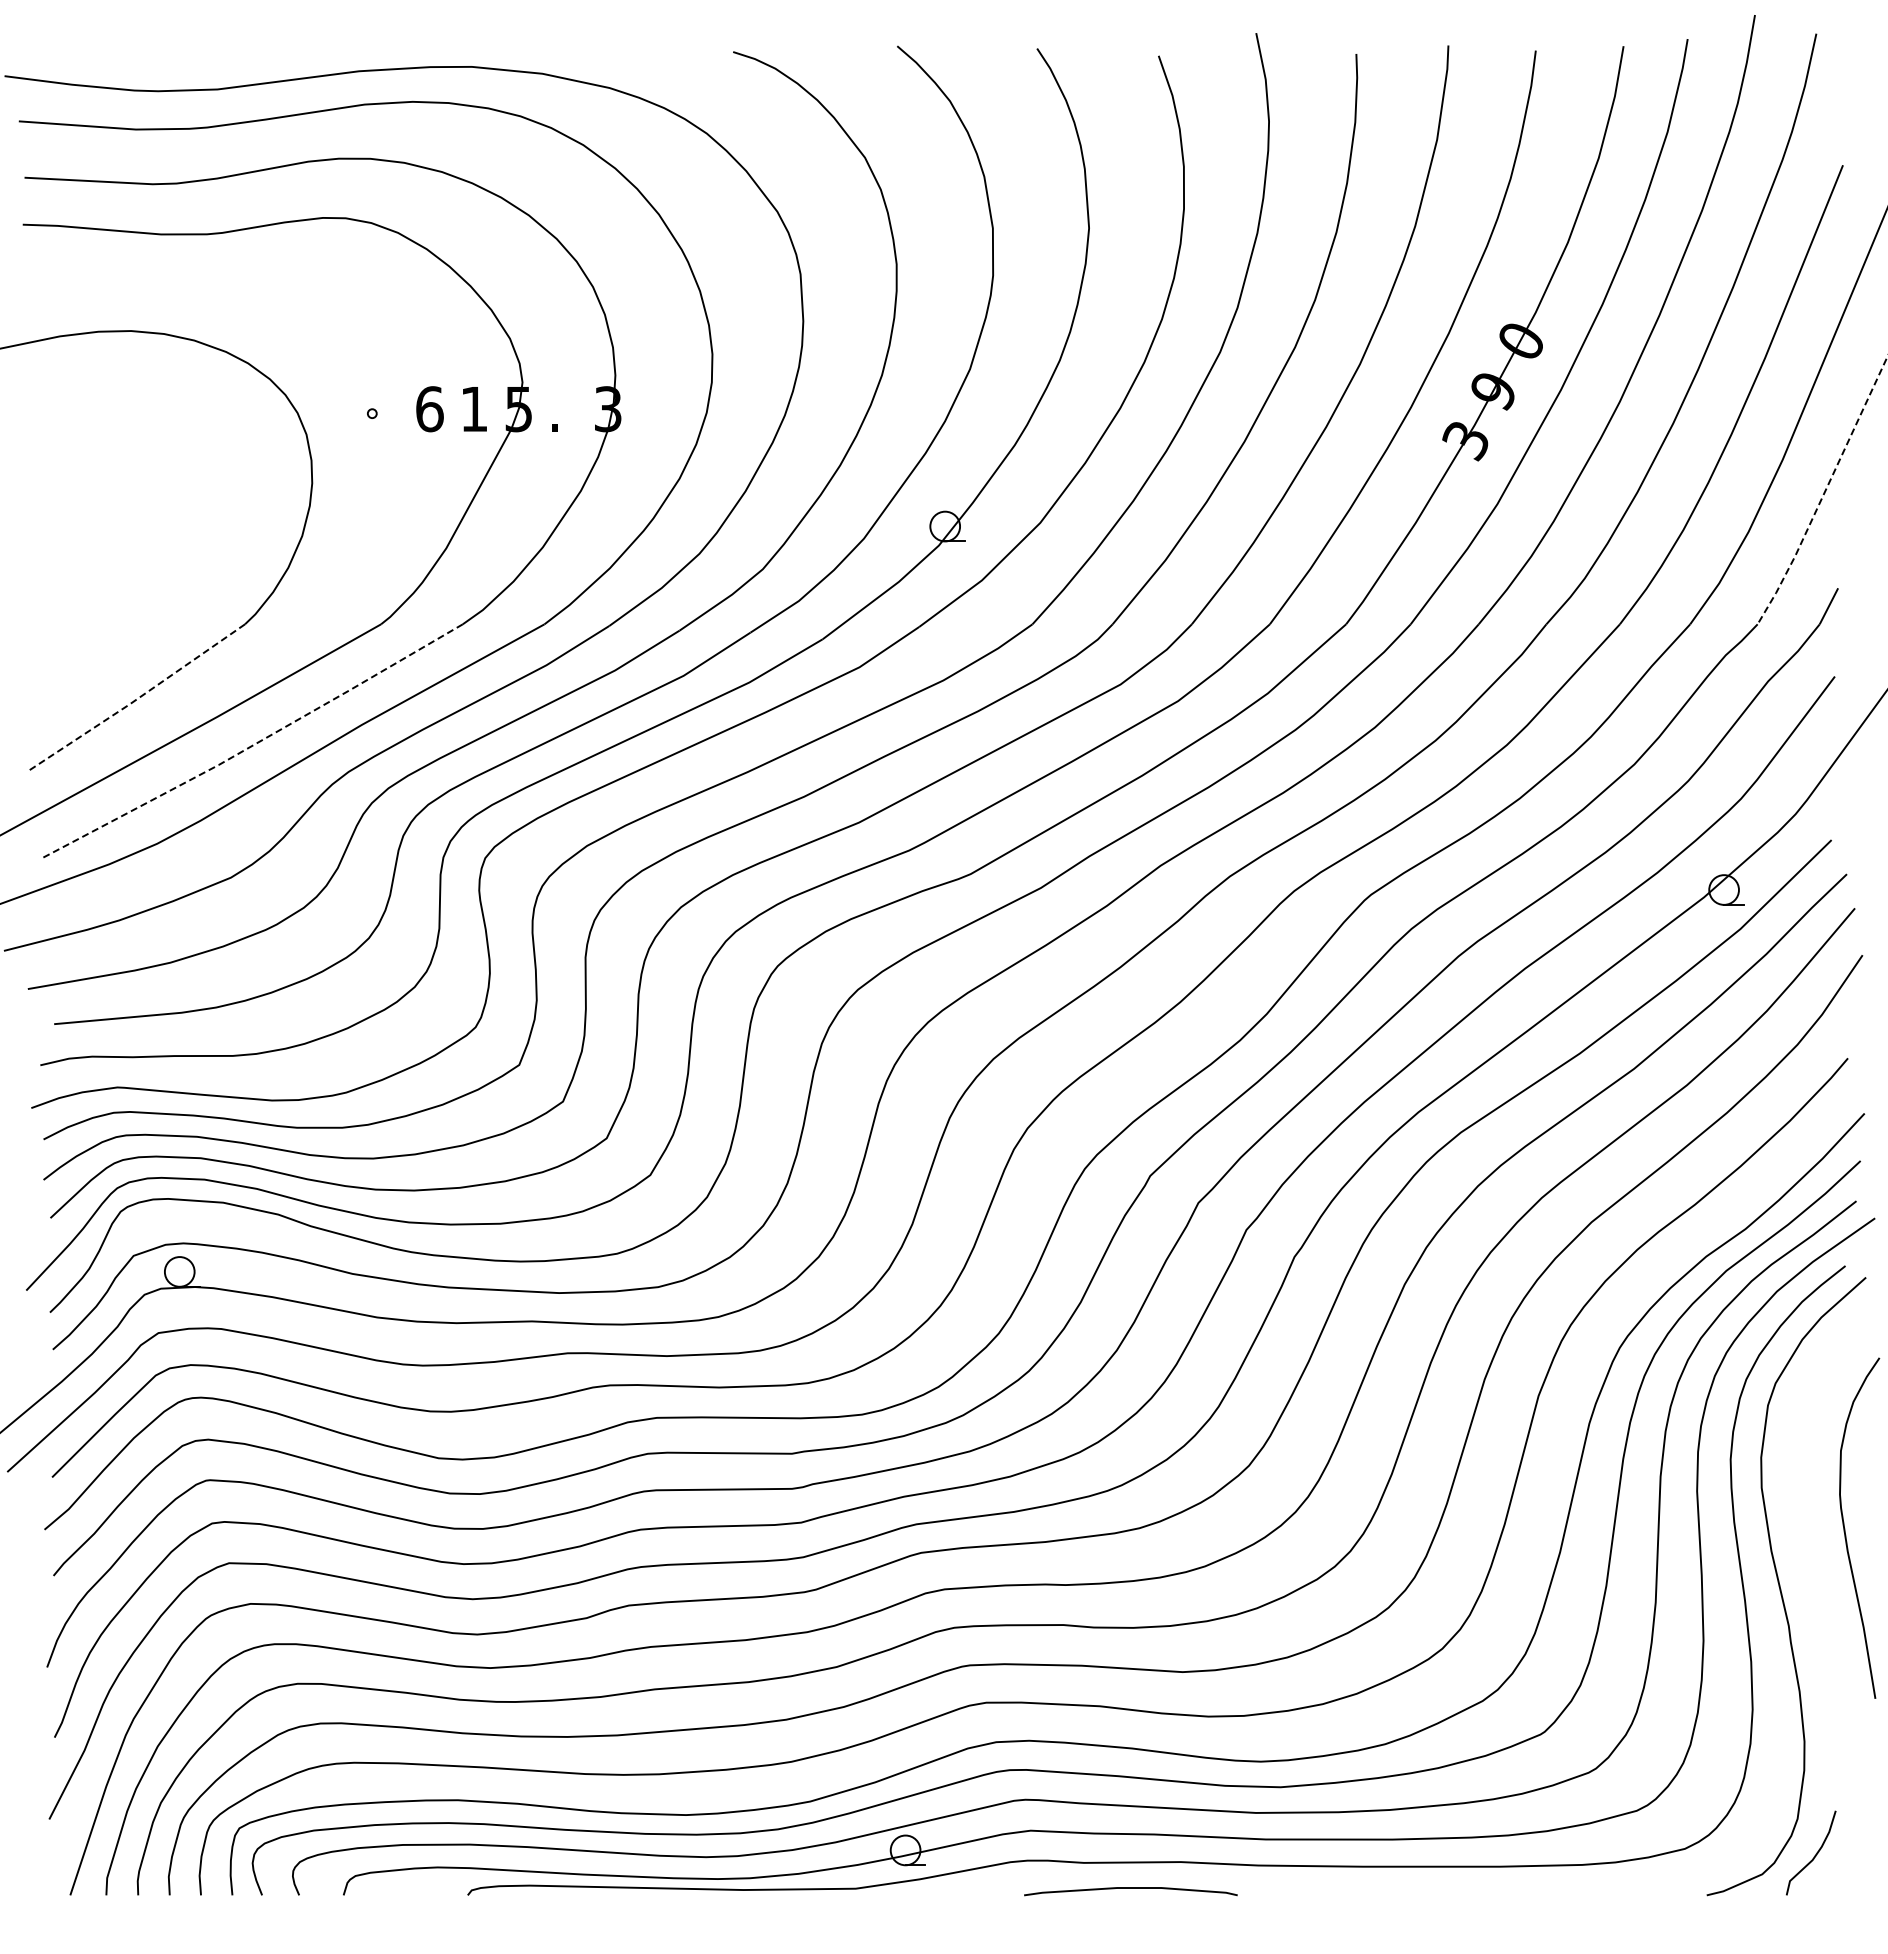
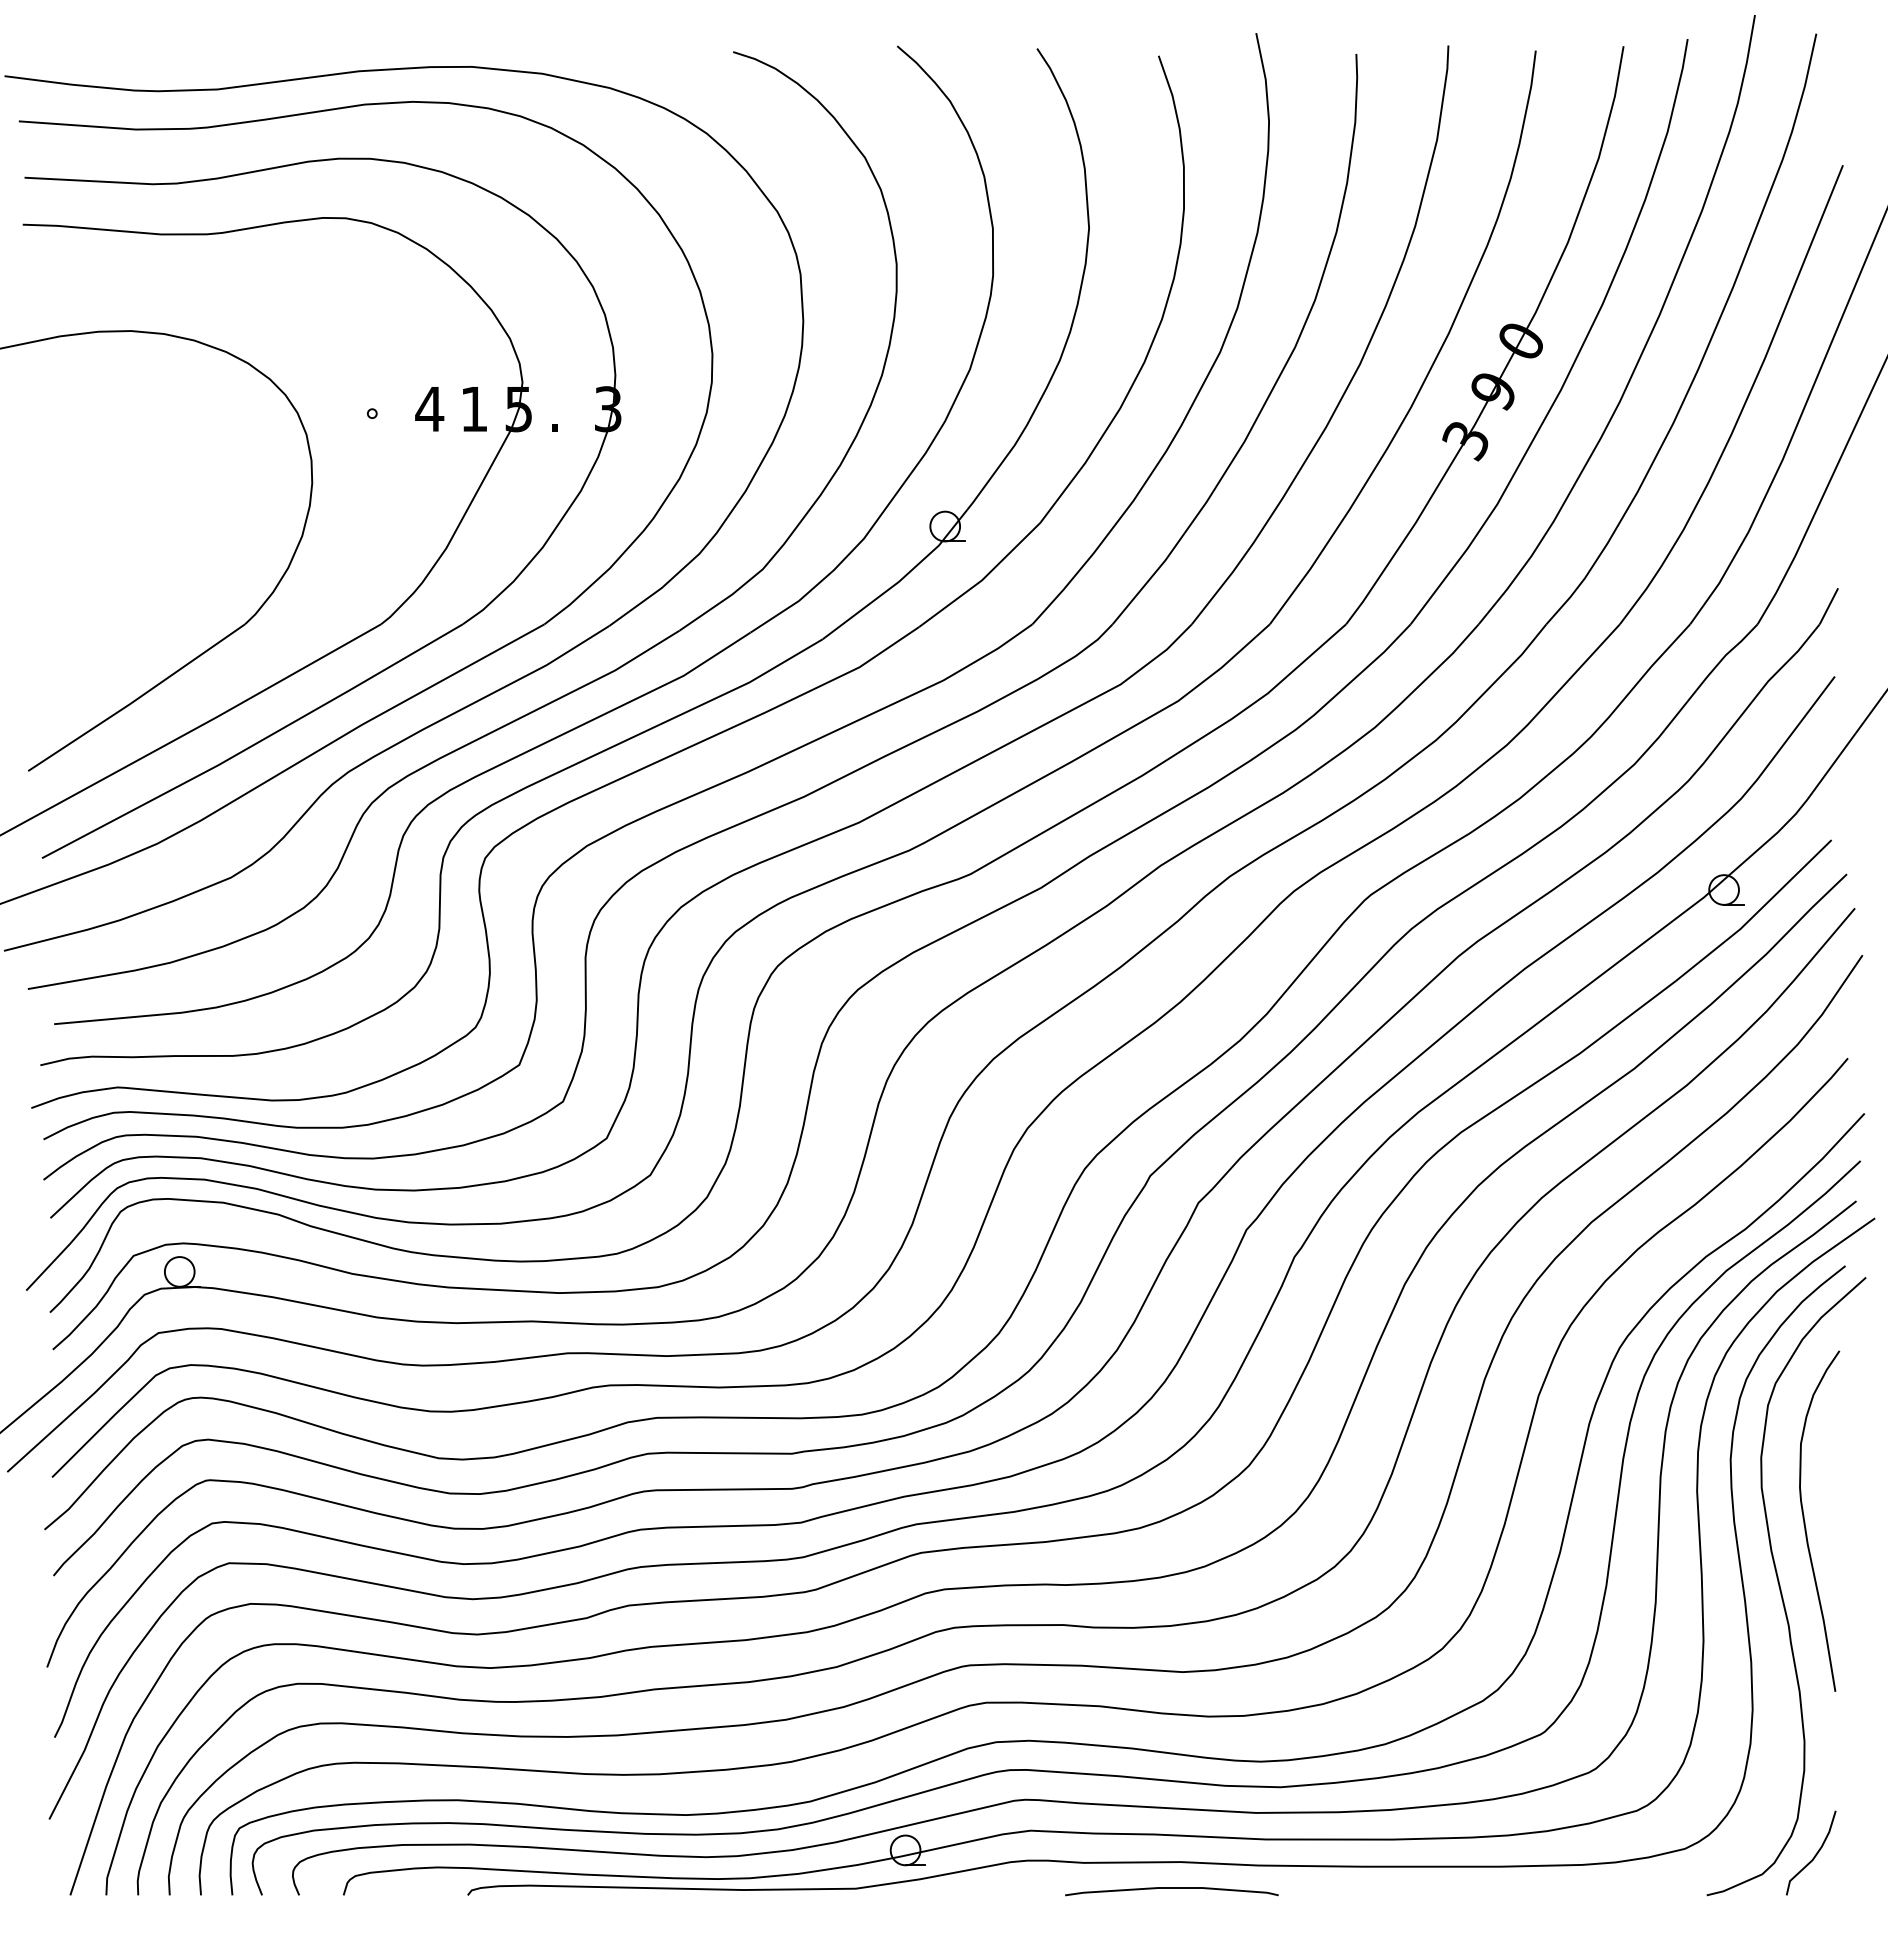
text at (429, 409): 6 -> 4
line at (1824, 492): dashed -> solid
line at (137, 699): dashed -> solid
line at (254, 744): dashed -> solid
curve at (1845, 1528) position: (1845, 1528) -> (1805, 1521)
curve at (1130, 1888) position: (1130, 1888) -> (1171, 1888)
